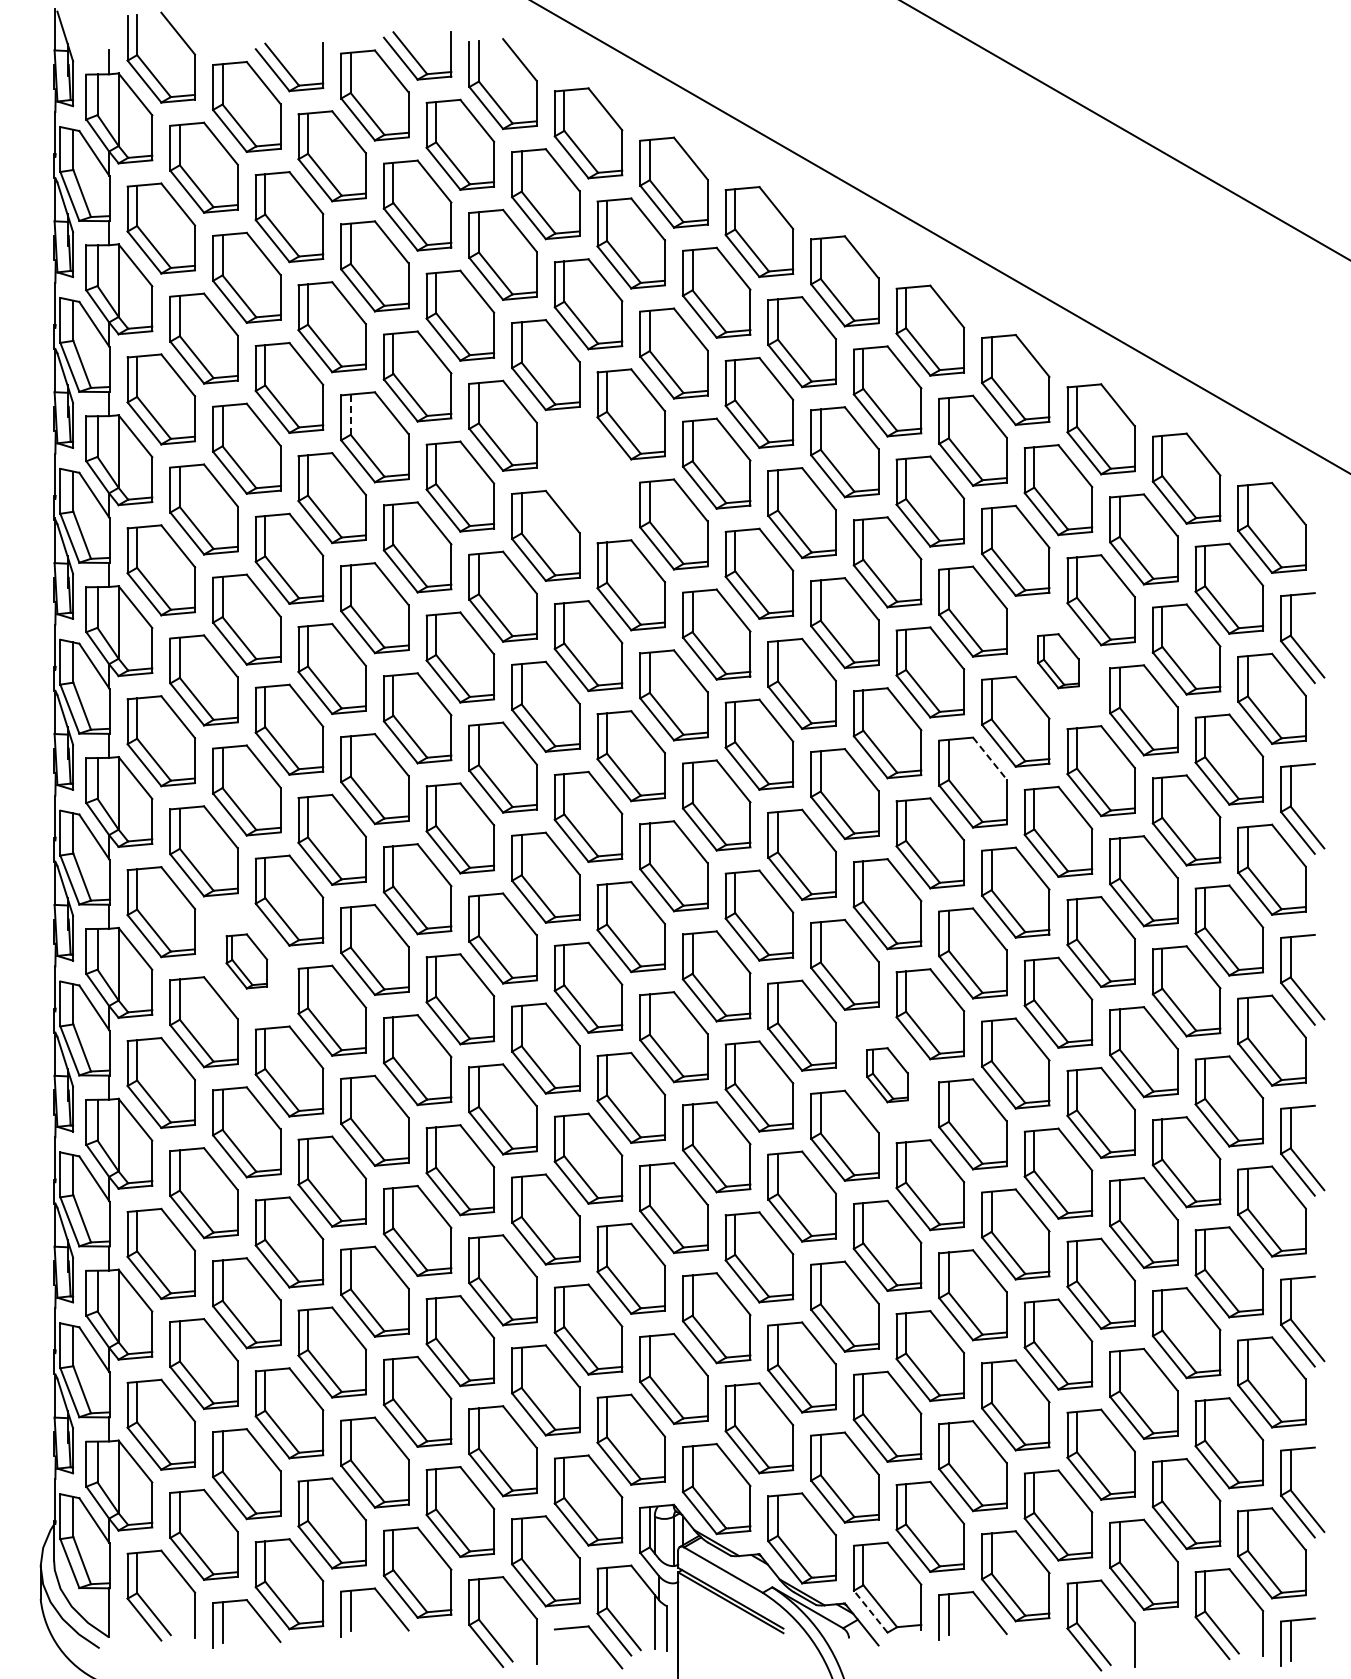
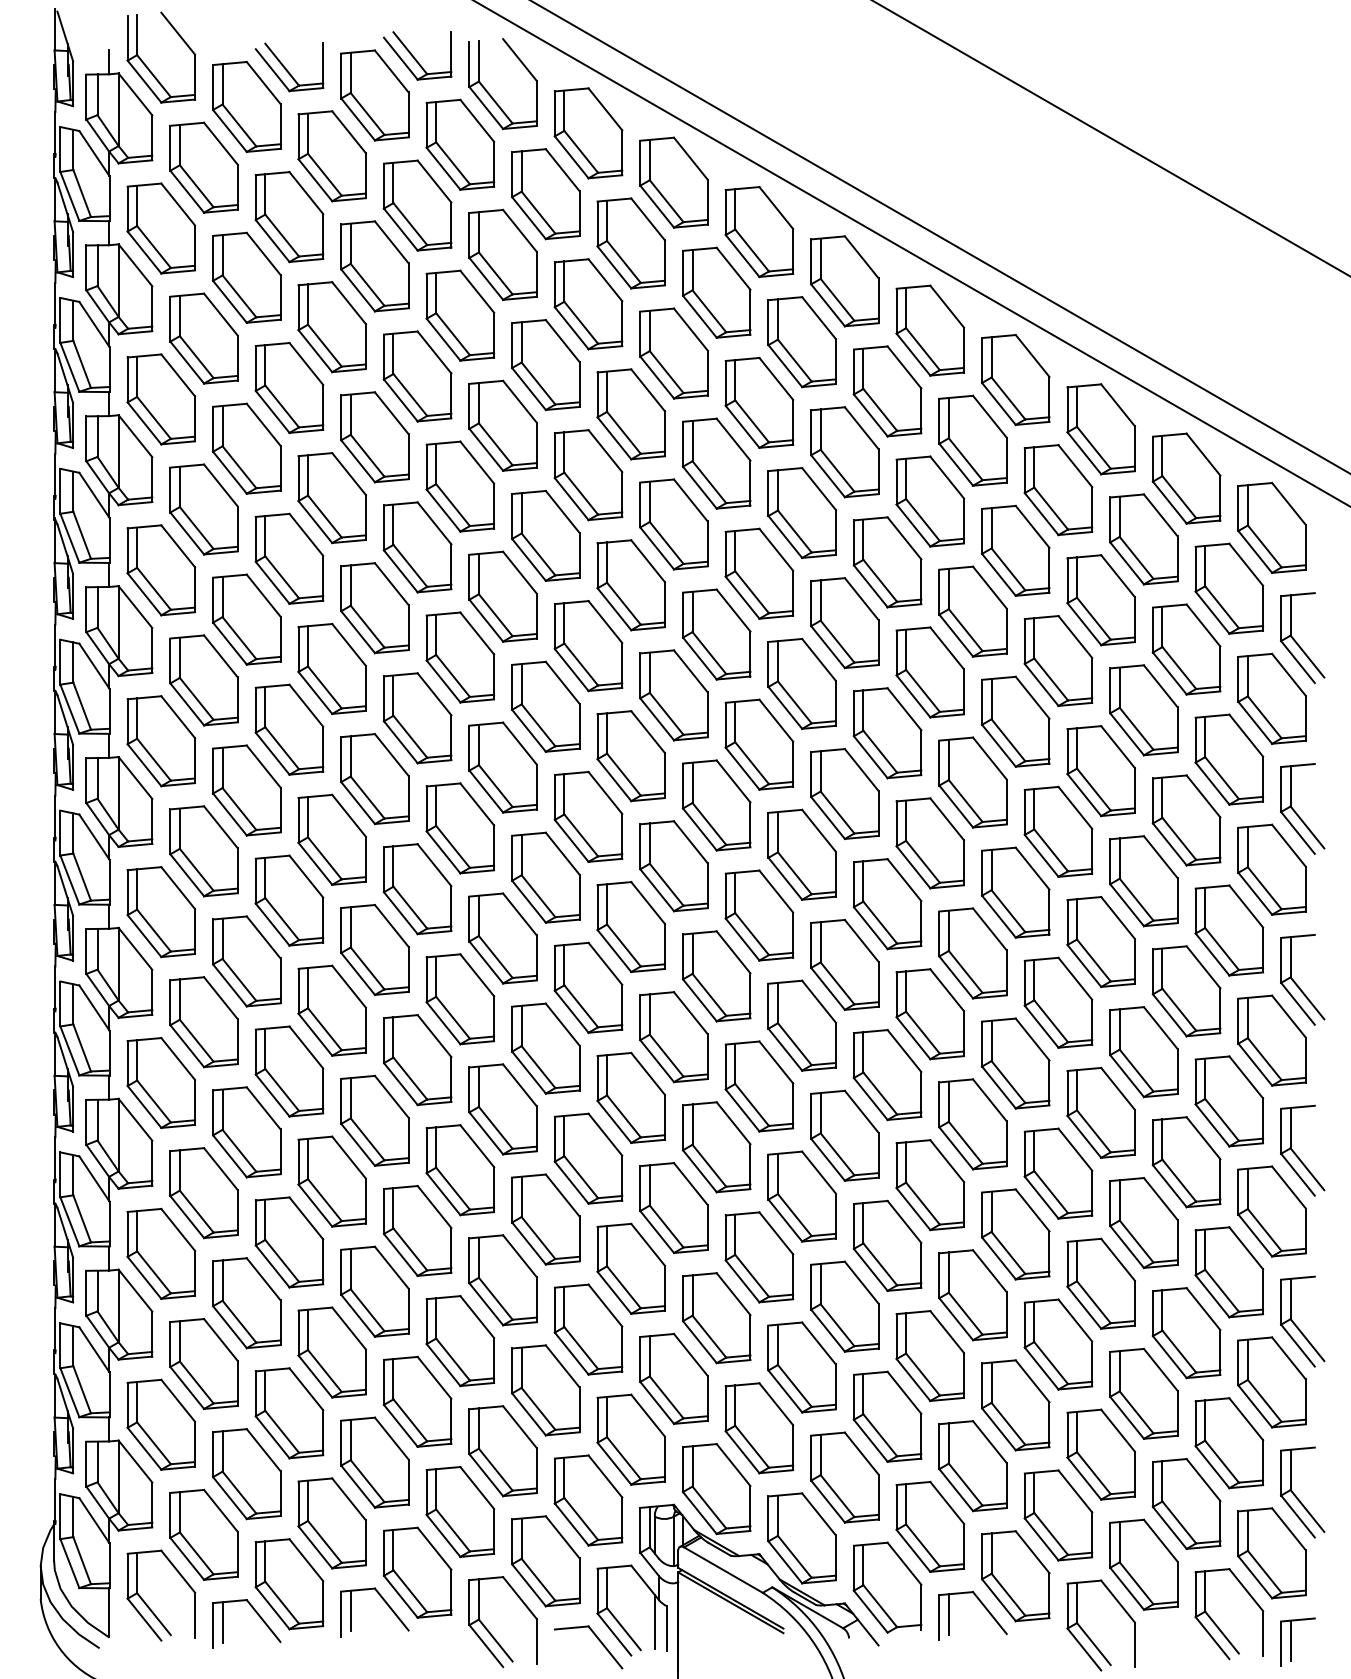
line at (1124, 130) position: (1124, 130) -> (1110, 138)
line at (911, 253): none -> present
line at (350, 415): dashed -> solid
part at (588, 475): none -> present
part at (1058, 661) size: 43x57 px -> 71x93 px
line at (989, 758): dashed -> solid
part at (246, 961) size: 44x57 px -> 70x93 px
part at (887, 1075) size: 43x57 px -> 71x93 px
line at (870, 1611): dashed -> solid
